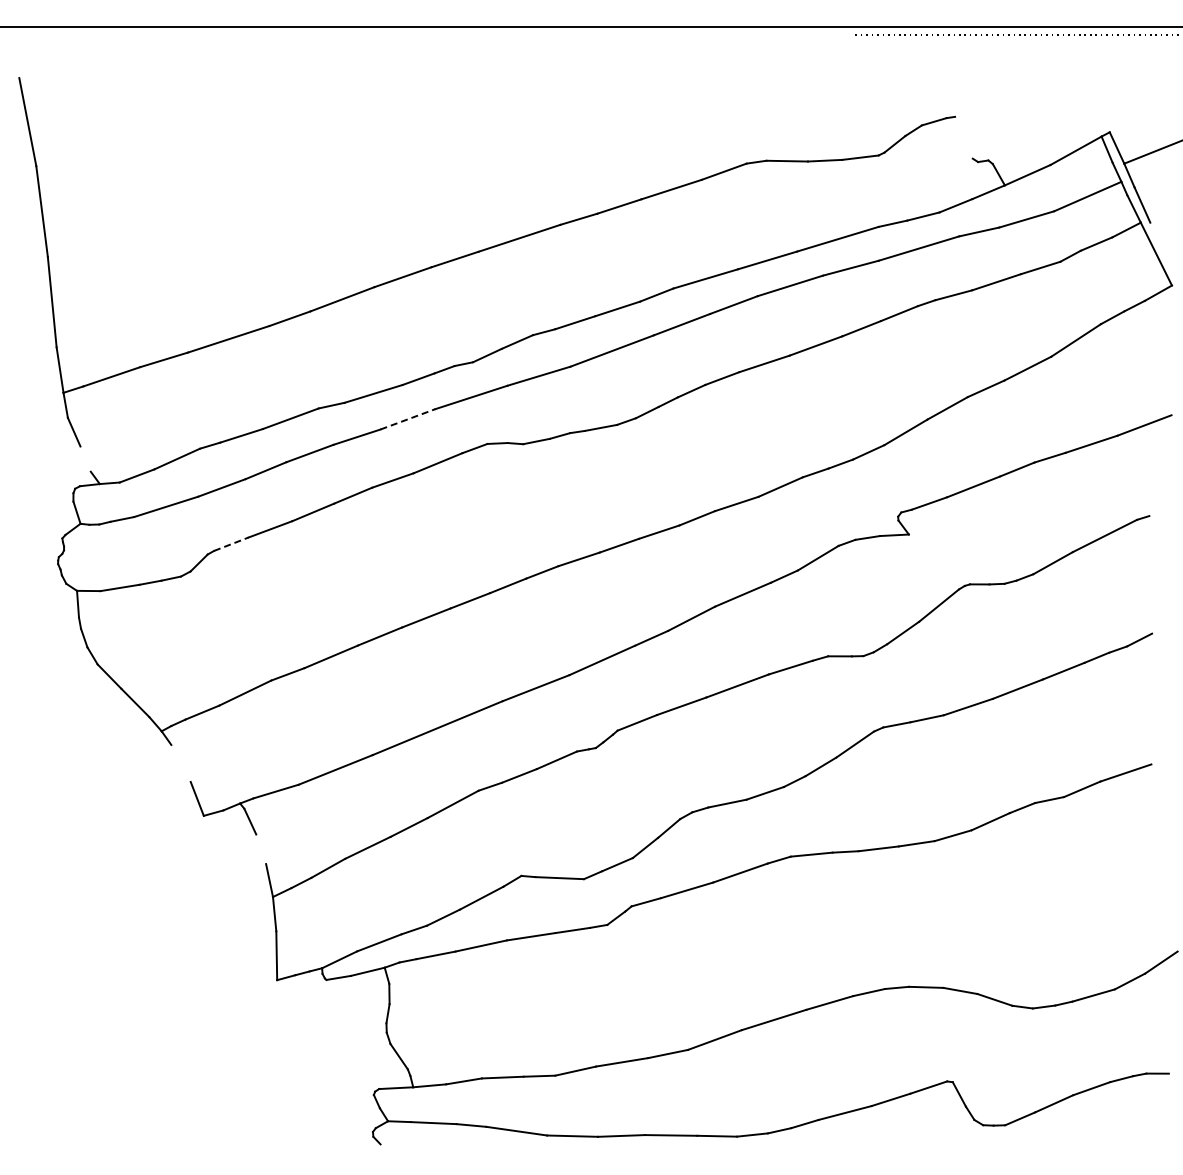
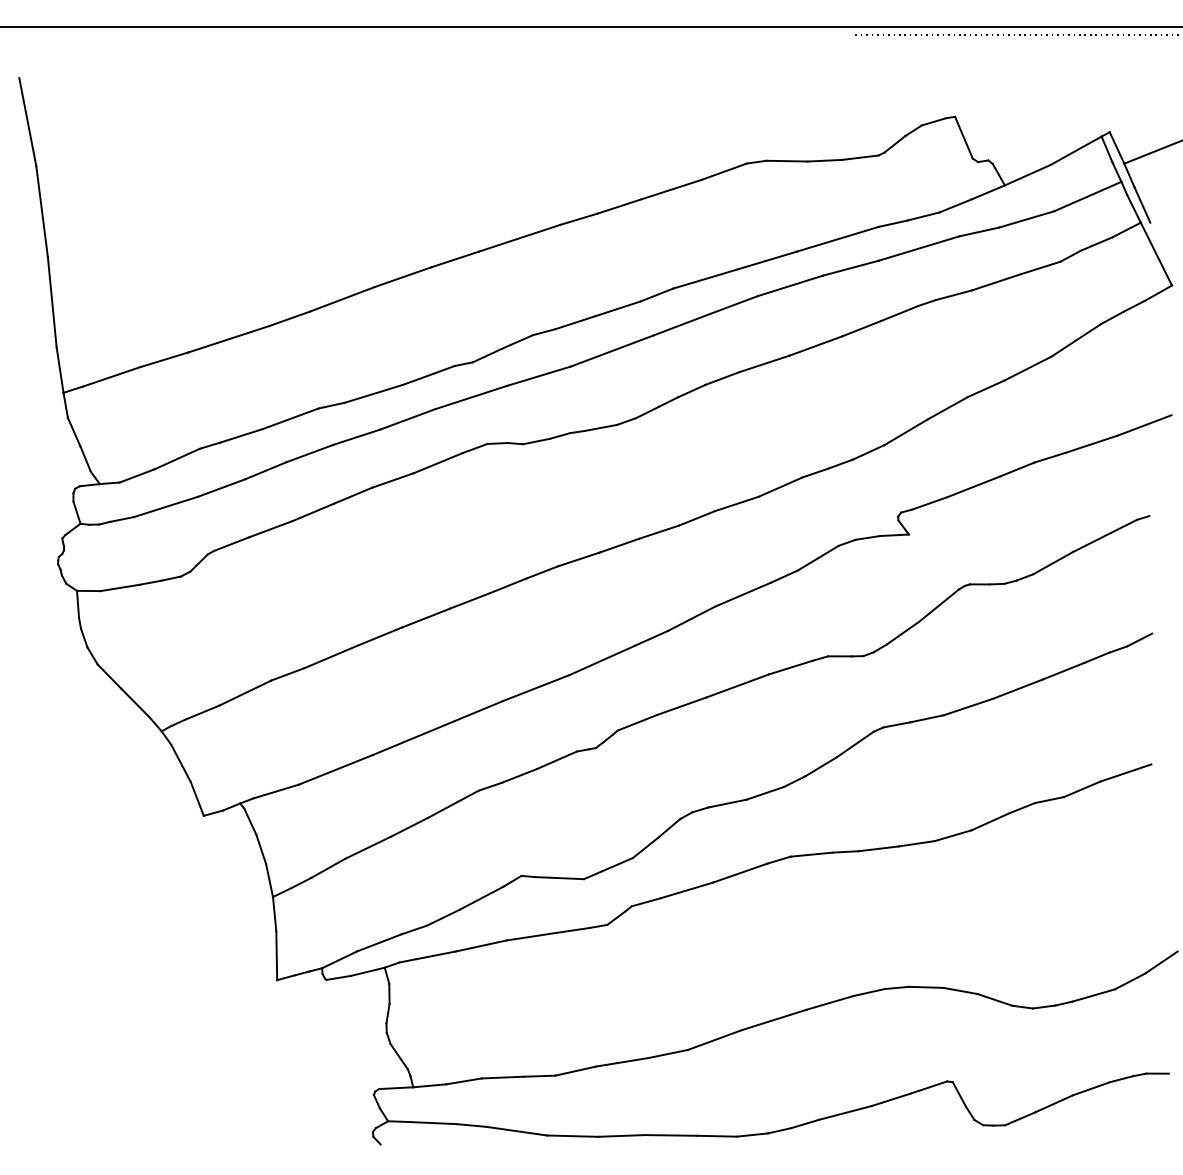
line at (963, 137): none -> present
line at (408, 419): dashed -> solid
line at (85, 458): none -> present
line at (231, 544): dashed -> solid
line at (180, 762): none -> present
line at (261, 849): none -> present
